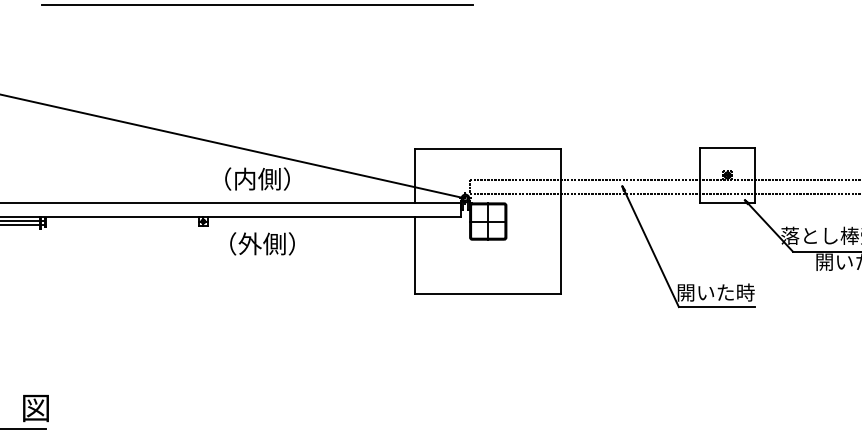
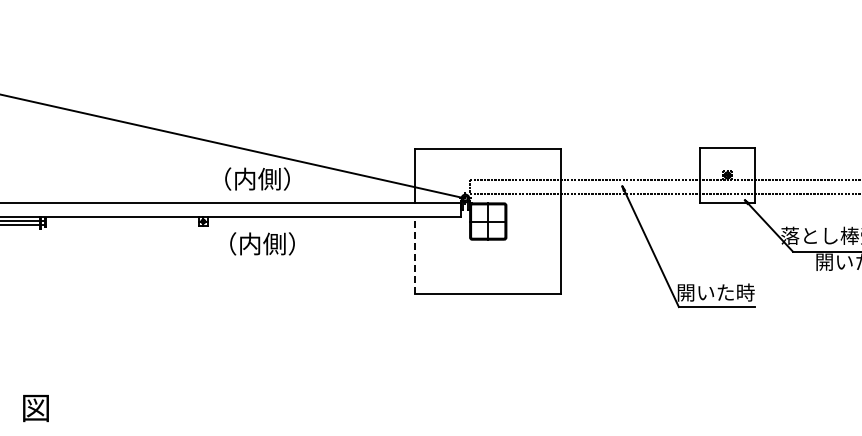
line at (257, 5): present -> none
text at (249, 243): （外側） -> （内側）
line at (415, 255): solid -> dashed
line at (24, 429): present -> none
